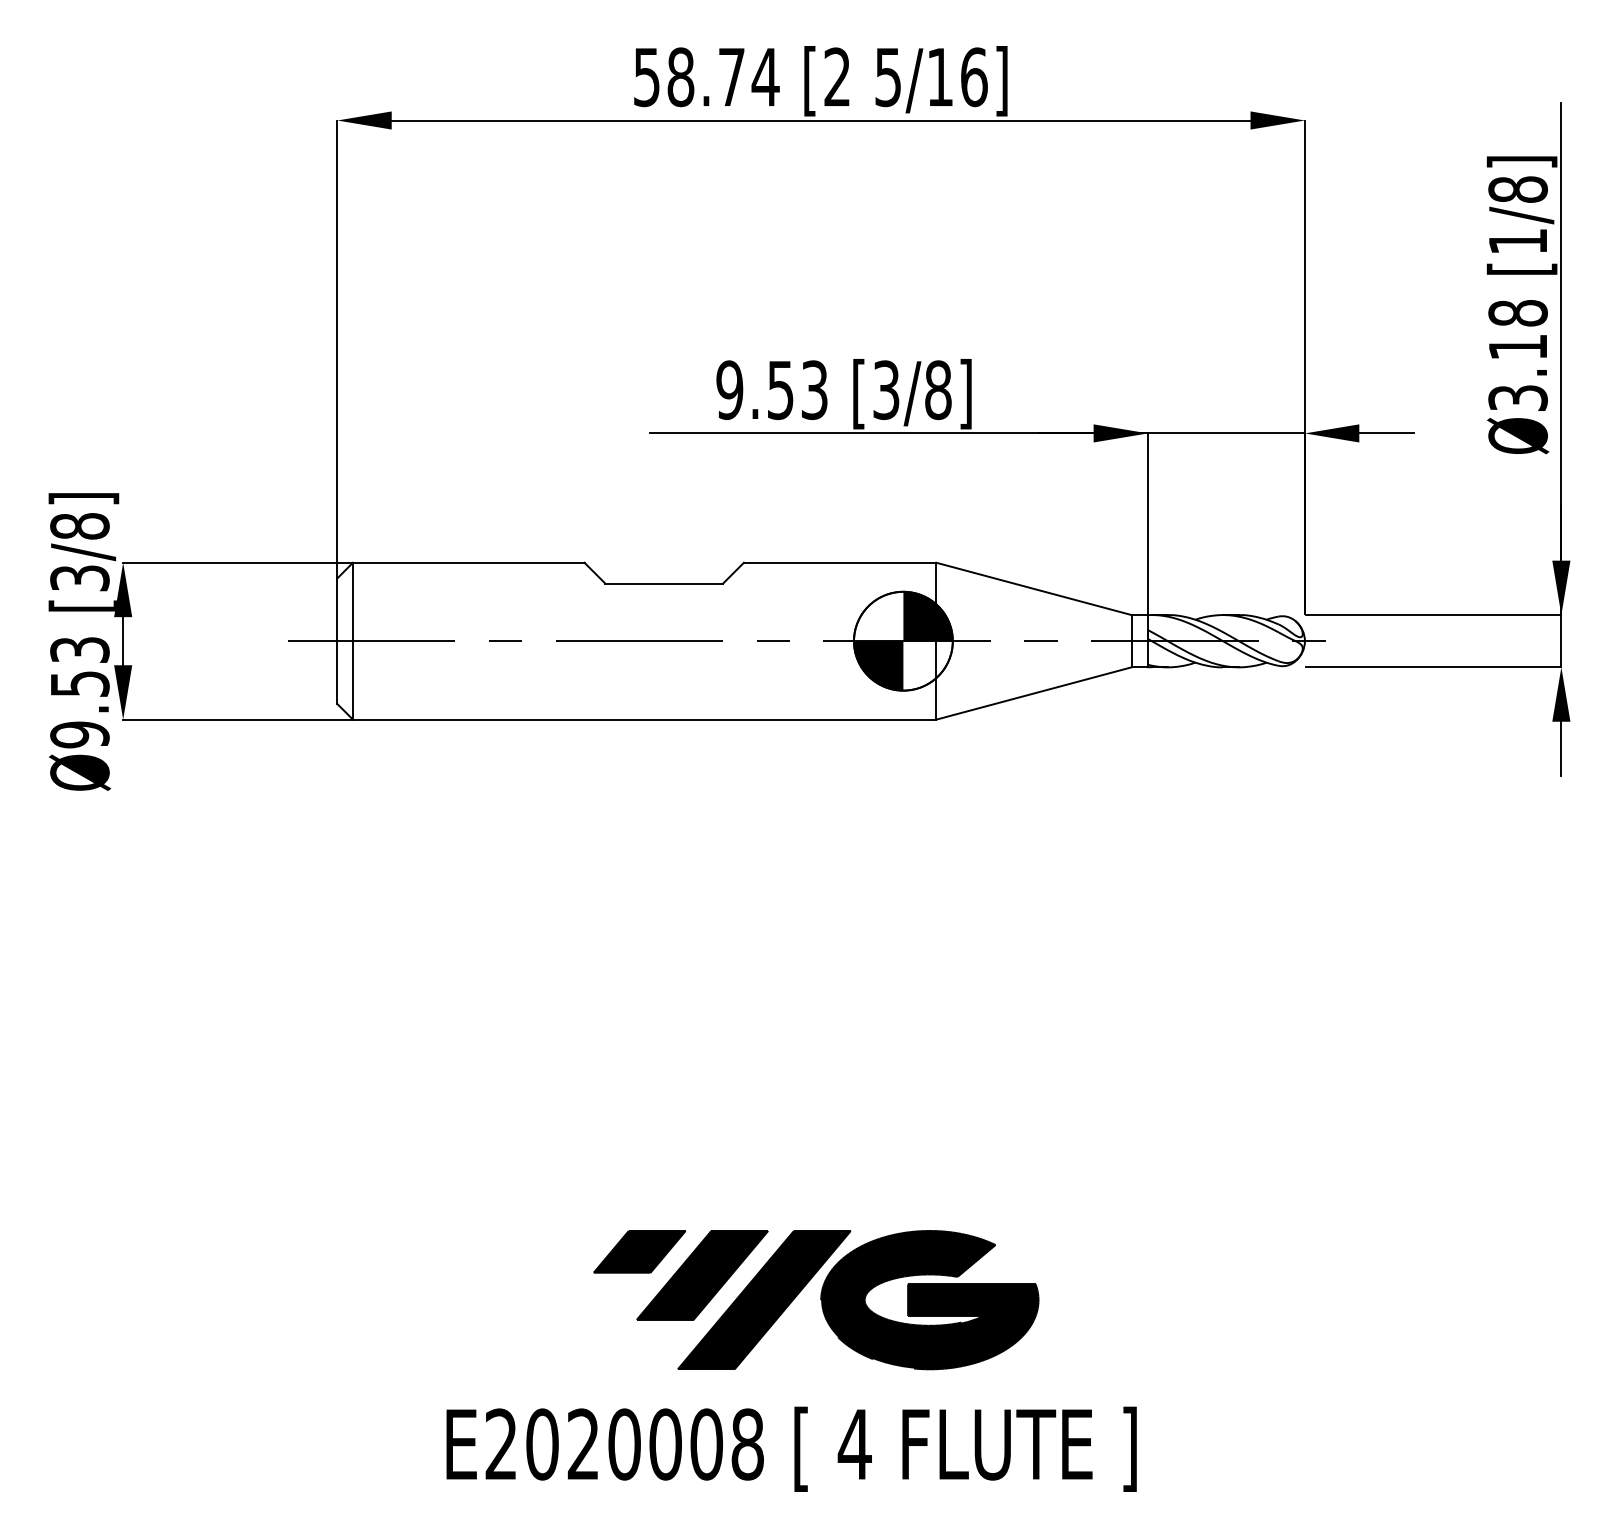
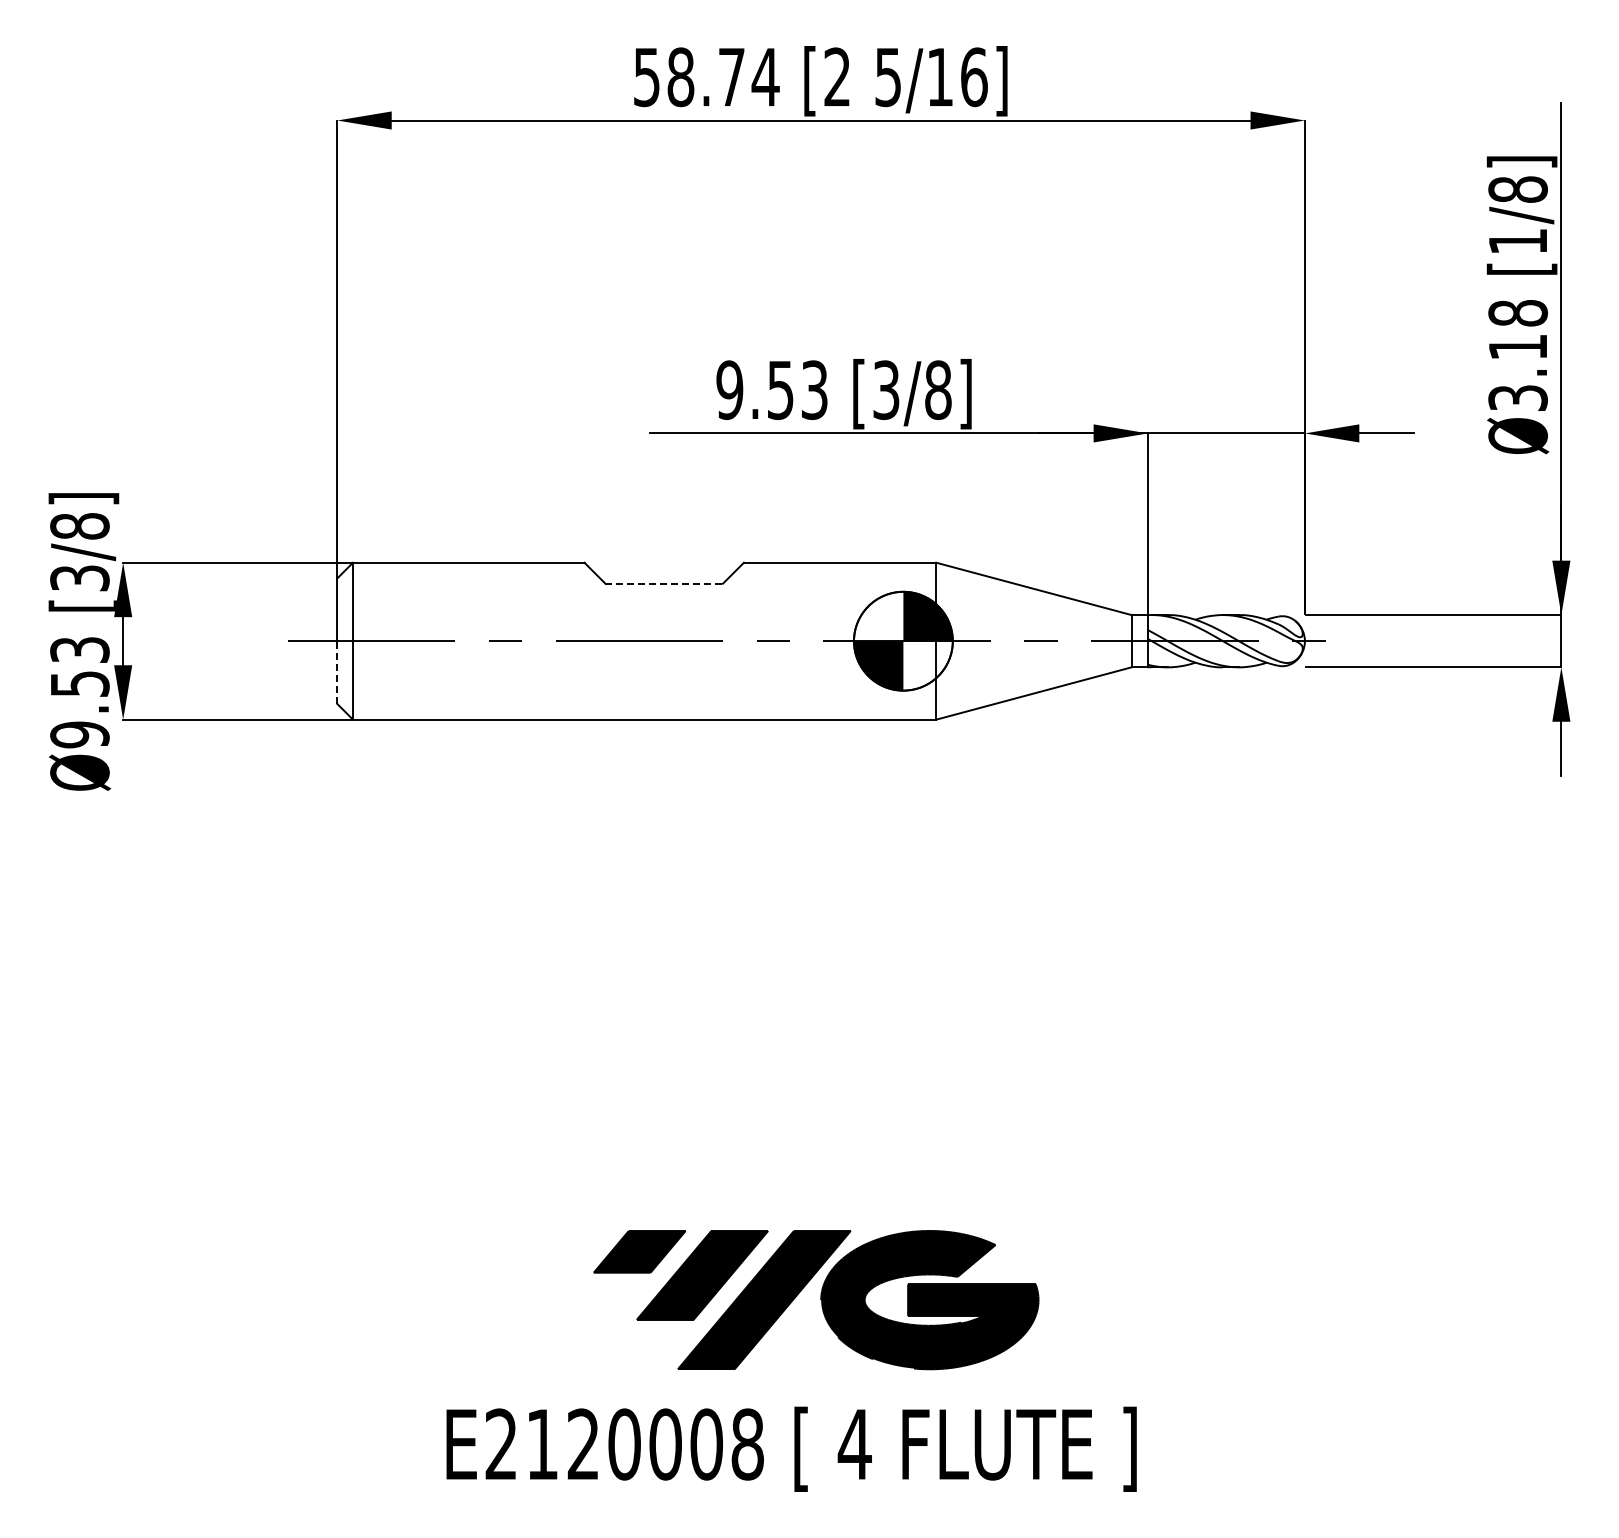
line at (664, 583): solid -> dashed
line at (337, 672): solid -> dashed
text at (542, 1444): E2020008 -> E2120008
